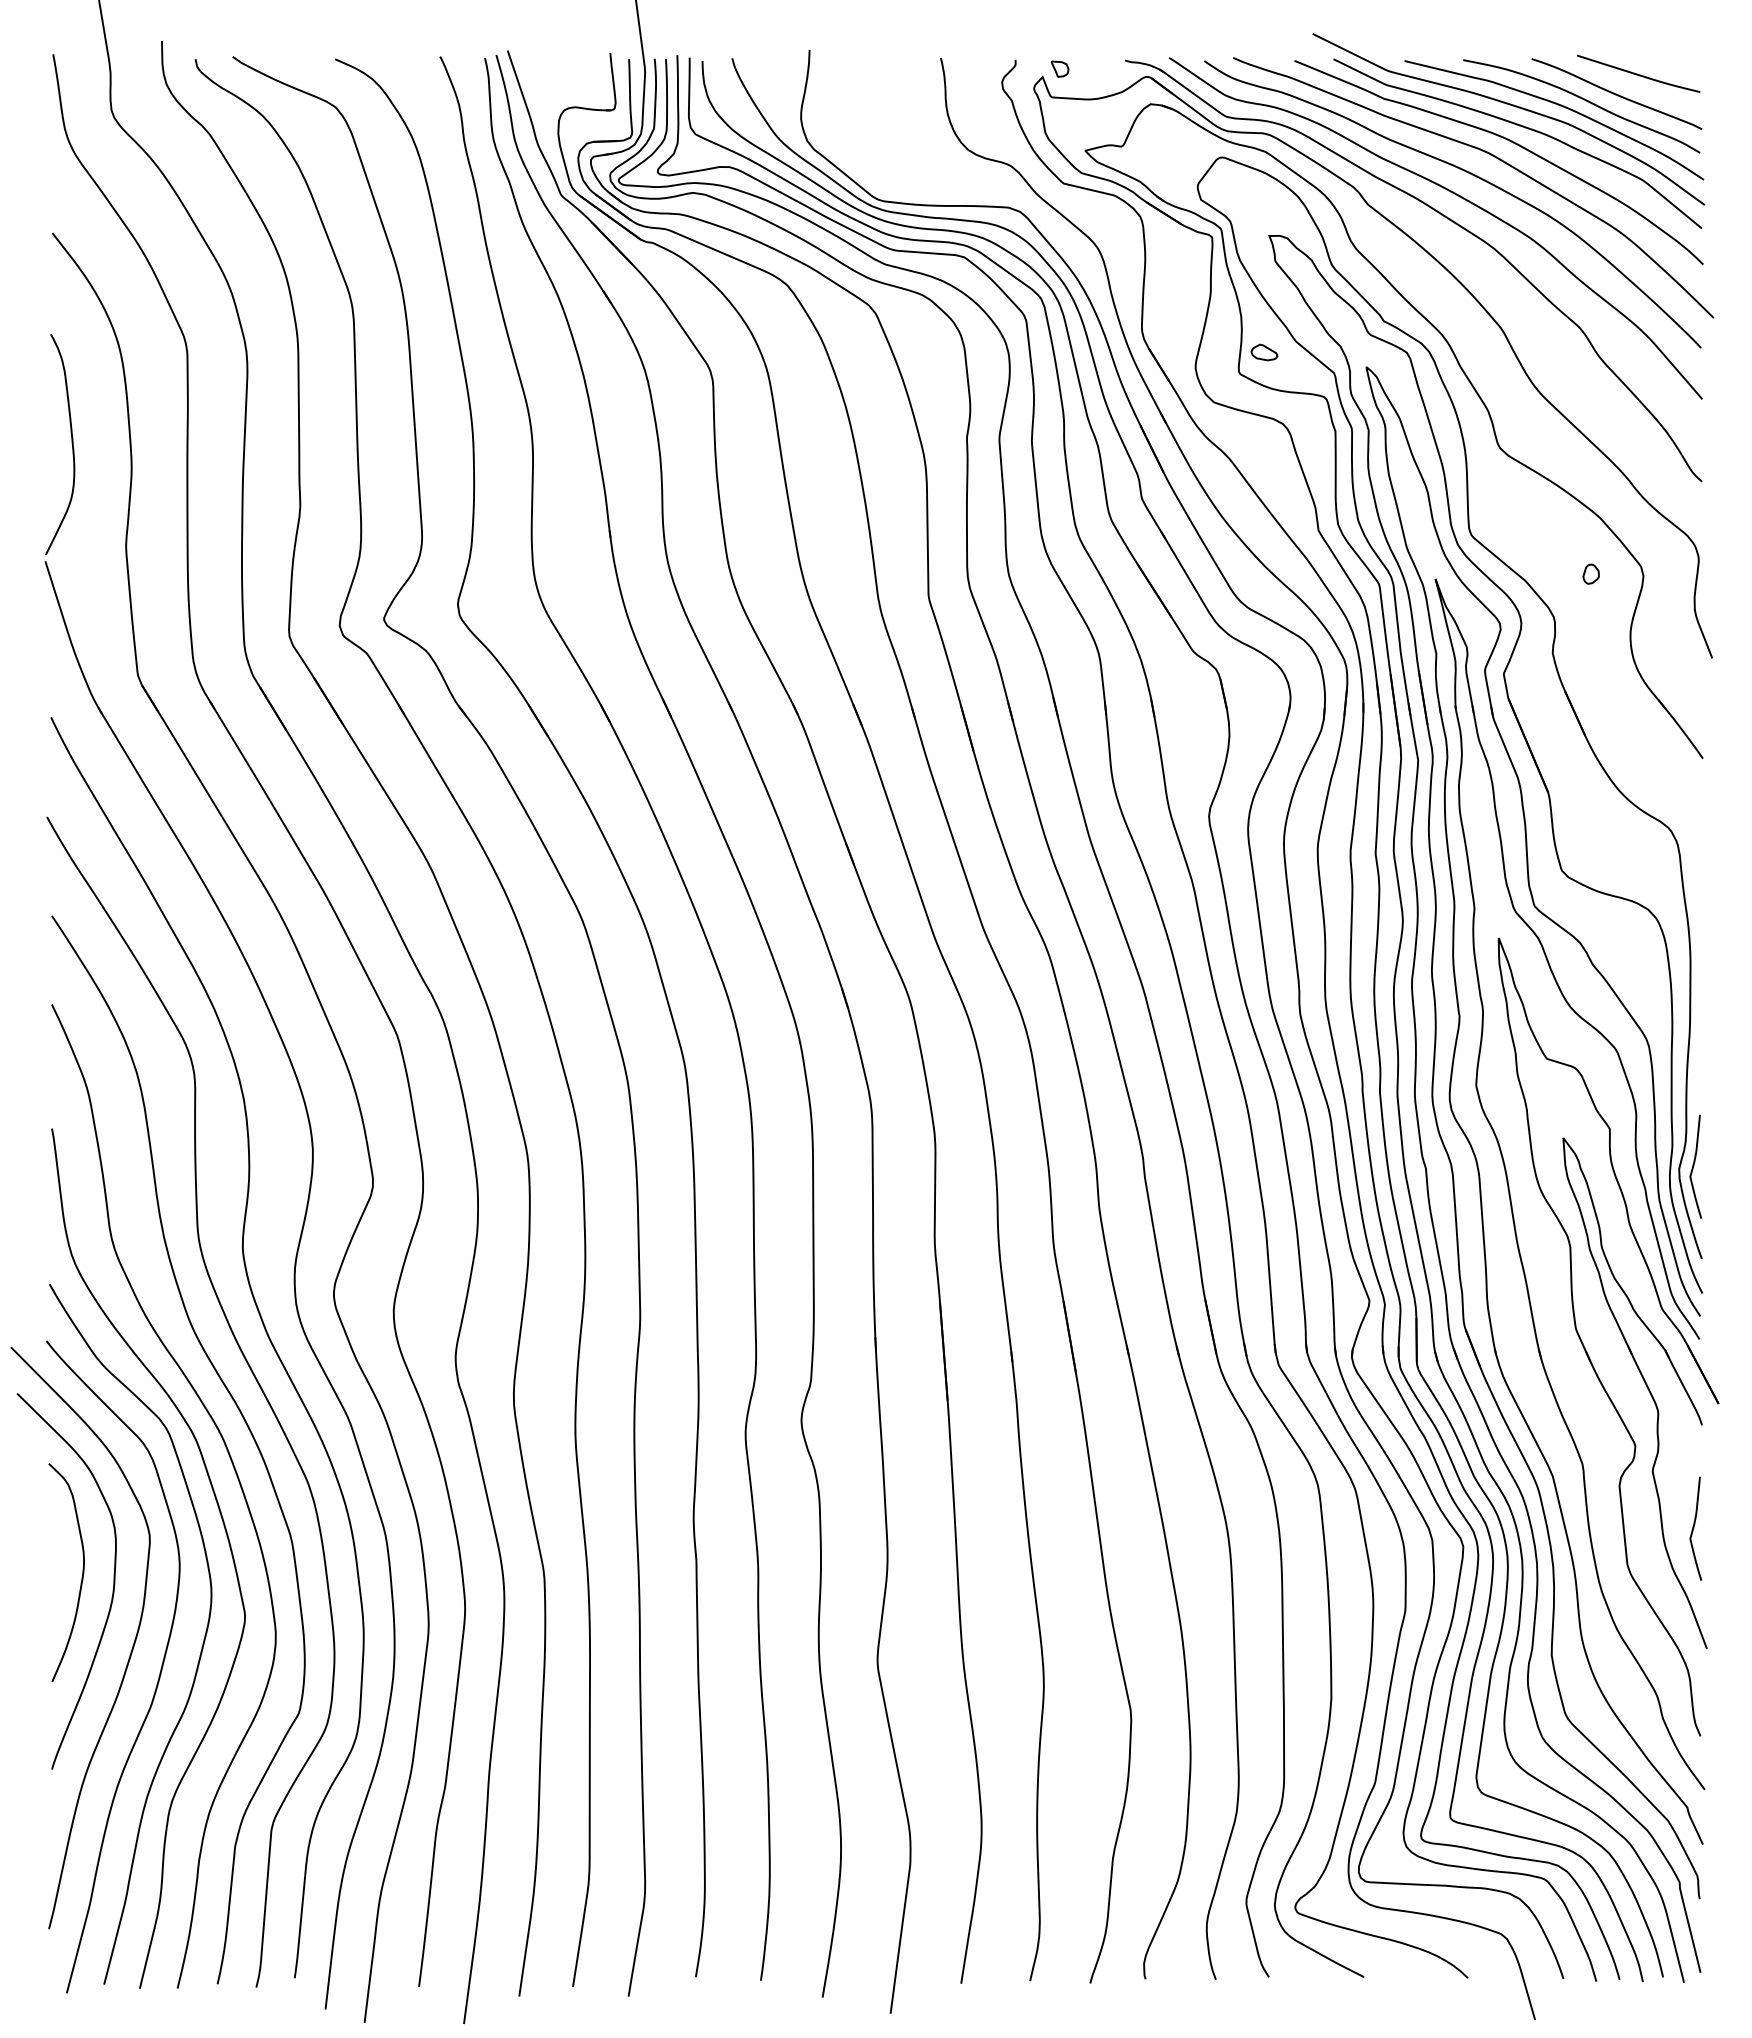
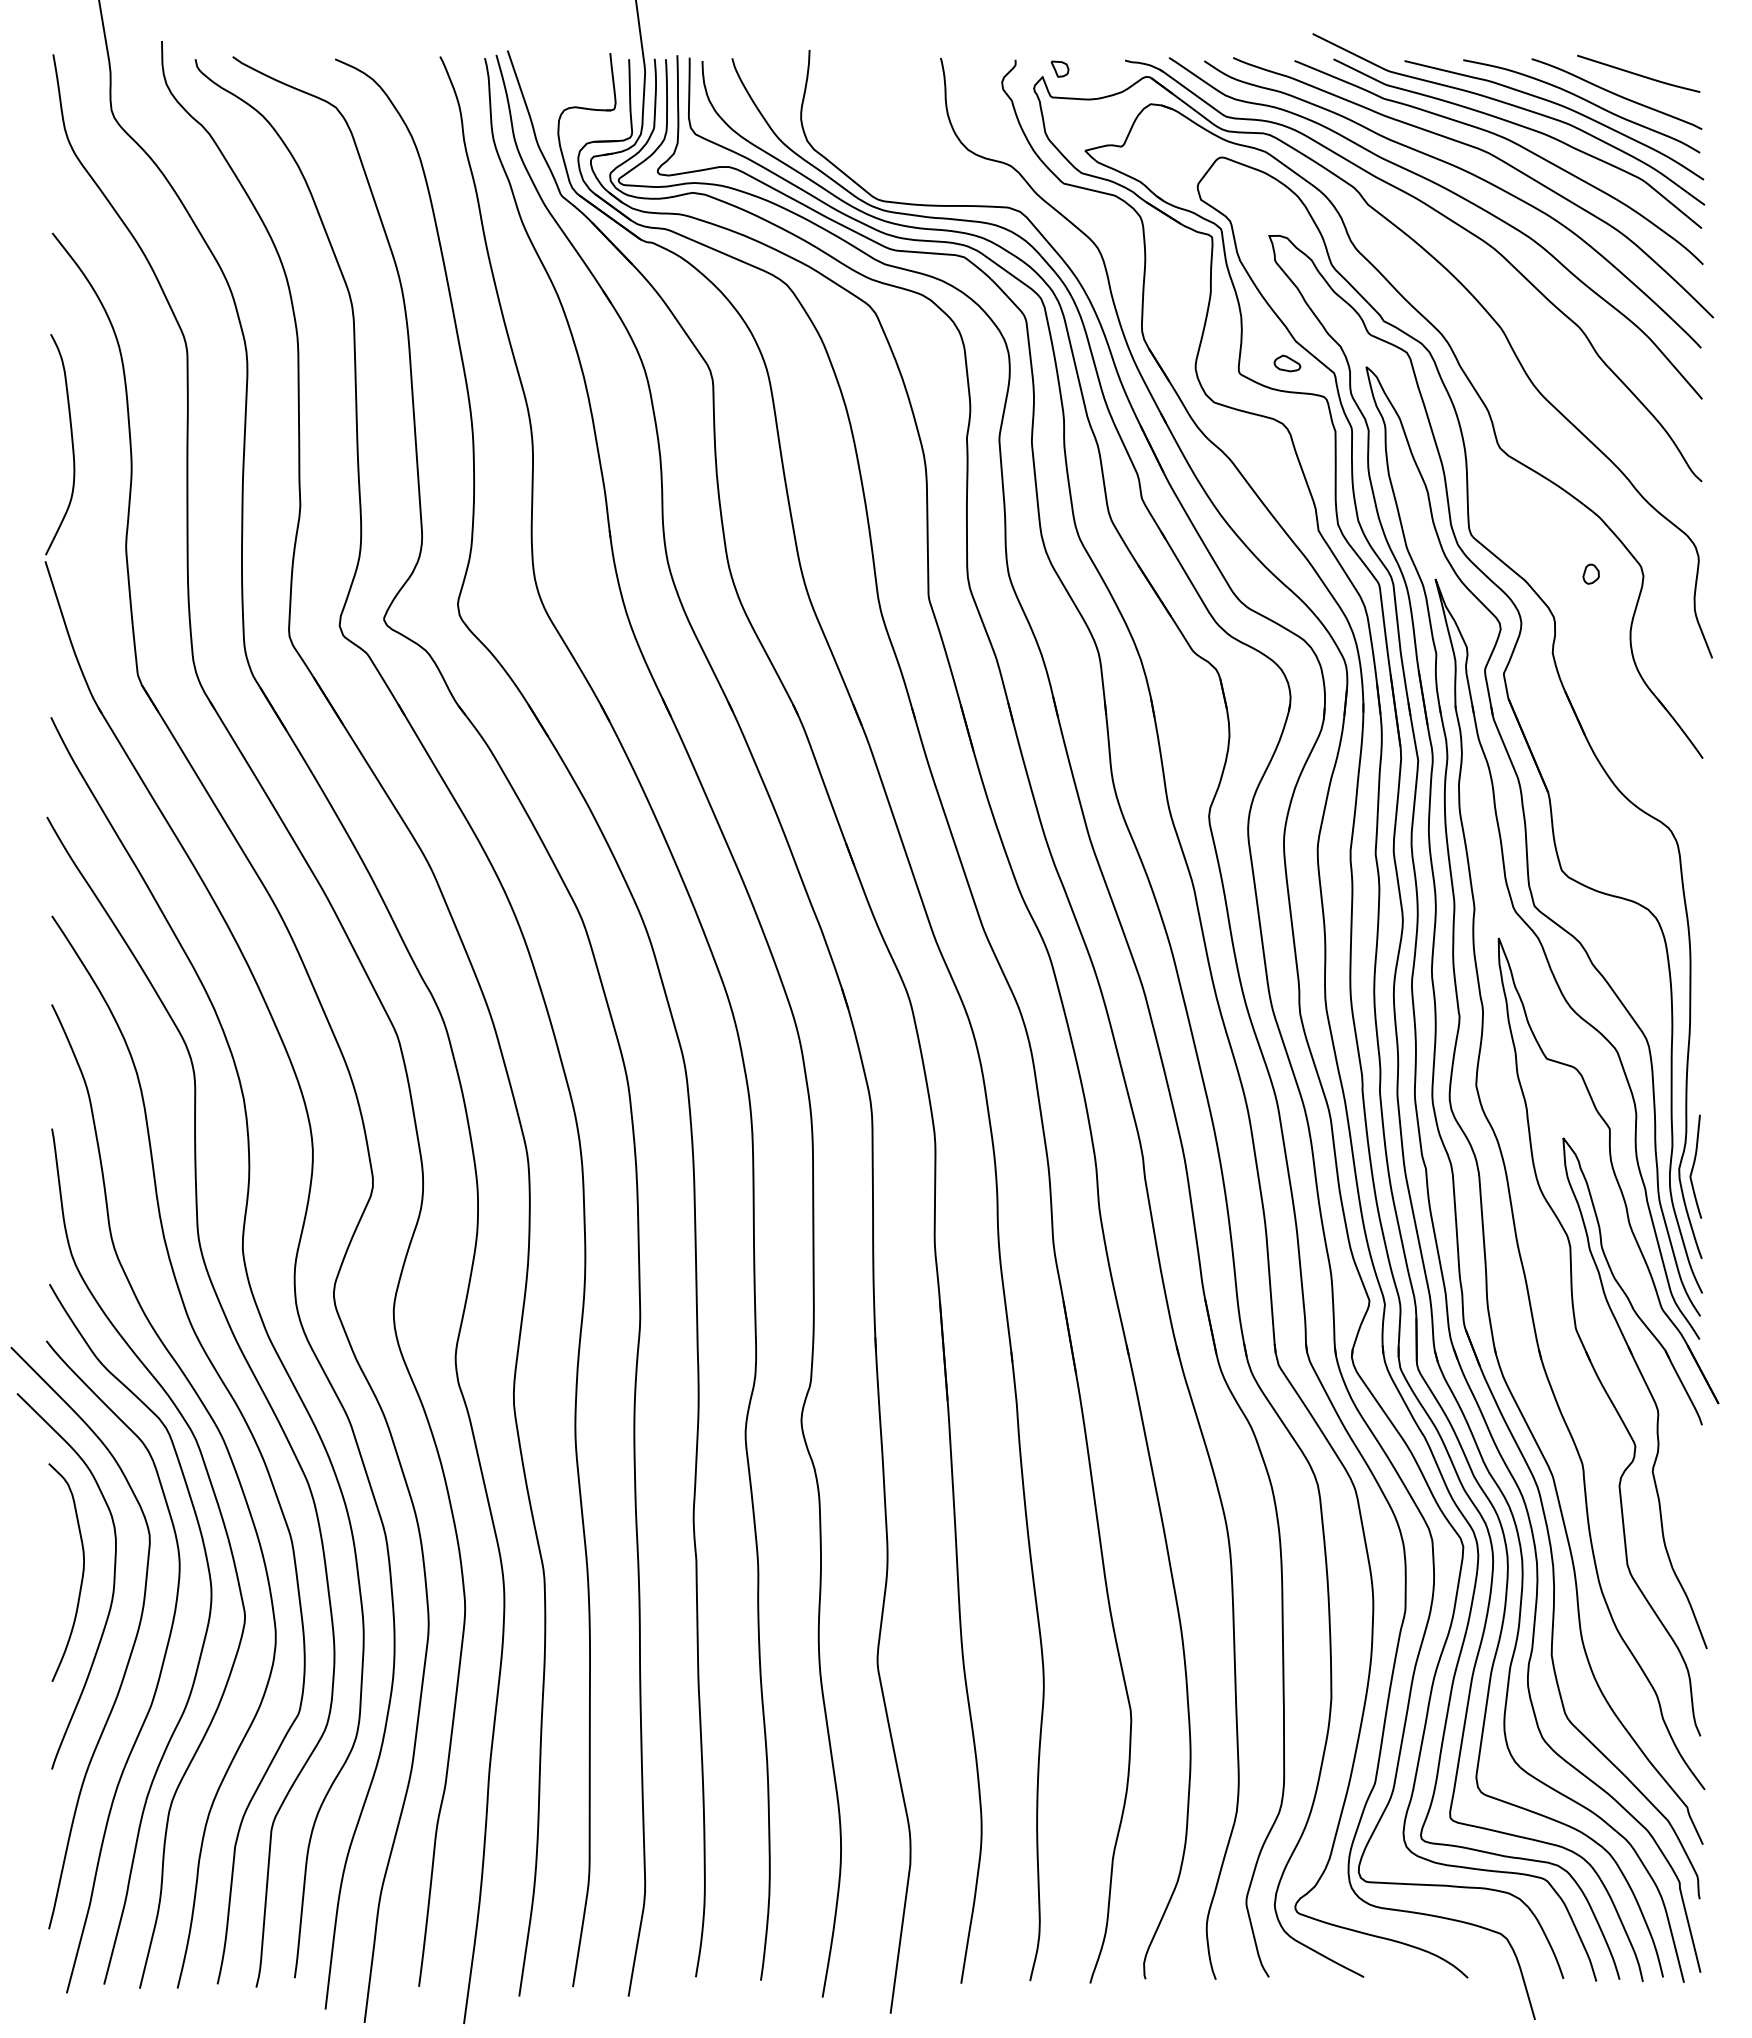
part at (1264, 352) position: (1264, 352) -> (1287, 363)
curve at (1694, 1528): present -> none
